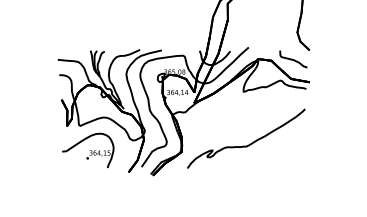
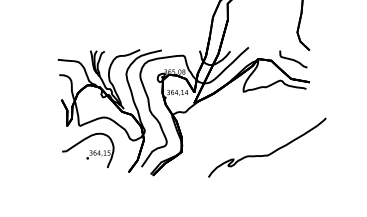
curve at (248, 144) position: (248, 144) -> (269, 153)
